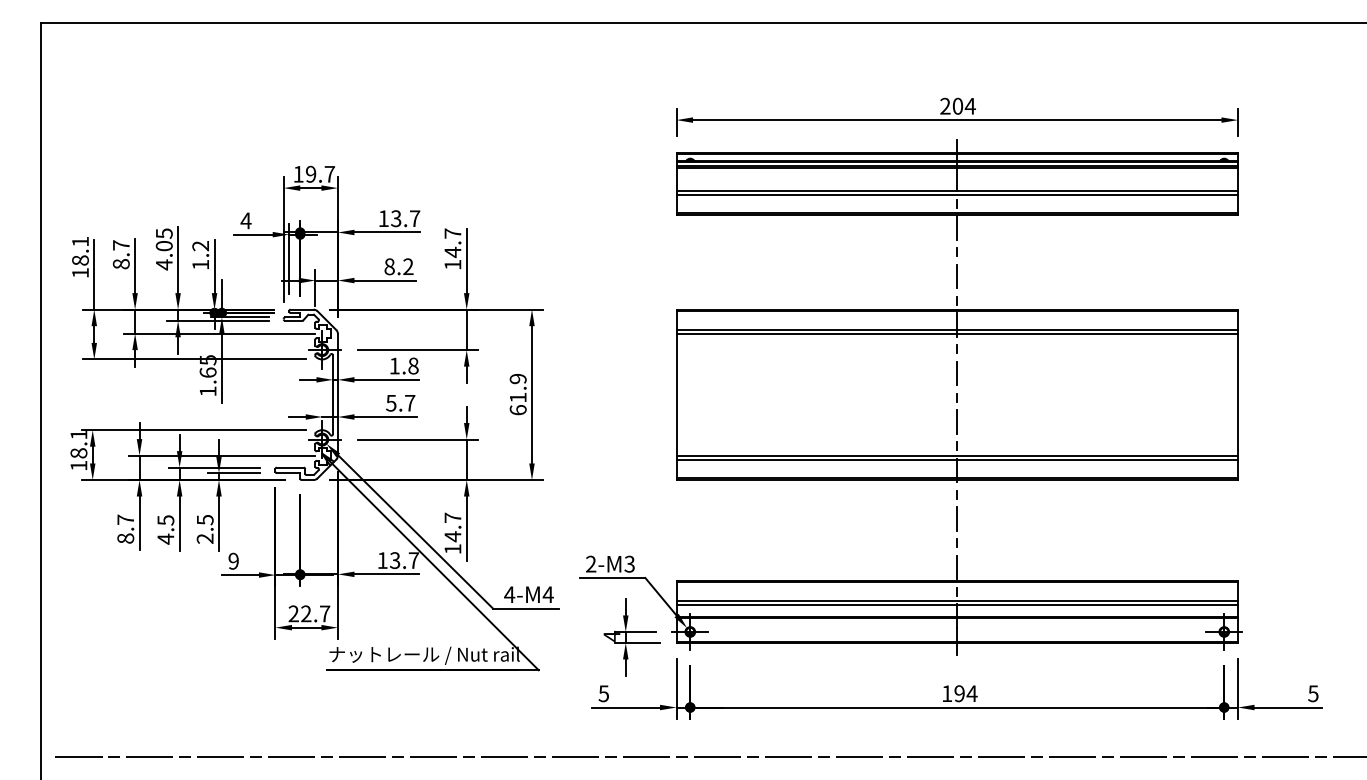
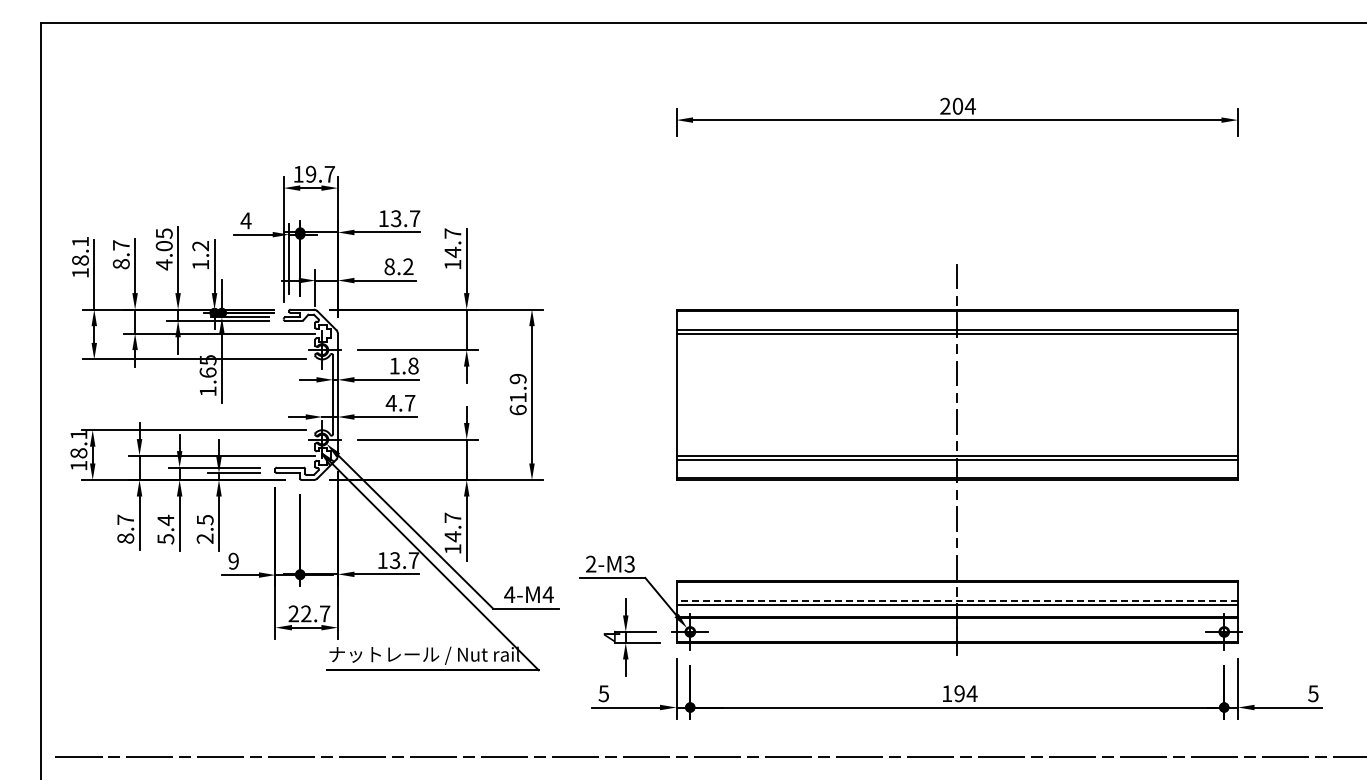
part at (957, 197): present -> none
text at (390, 403): 5.7 -> 4.7
text at (165, 529): 4.5 -> 5.4
line at (957, 600): solid -> dashed
